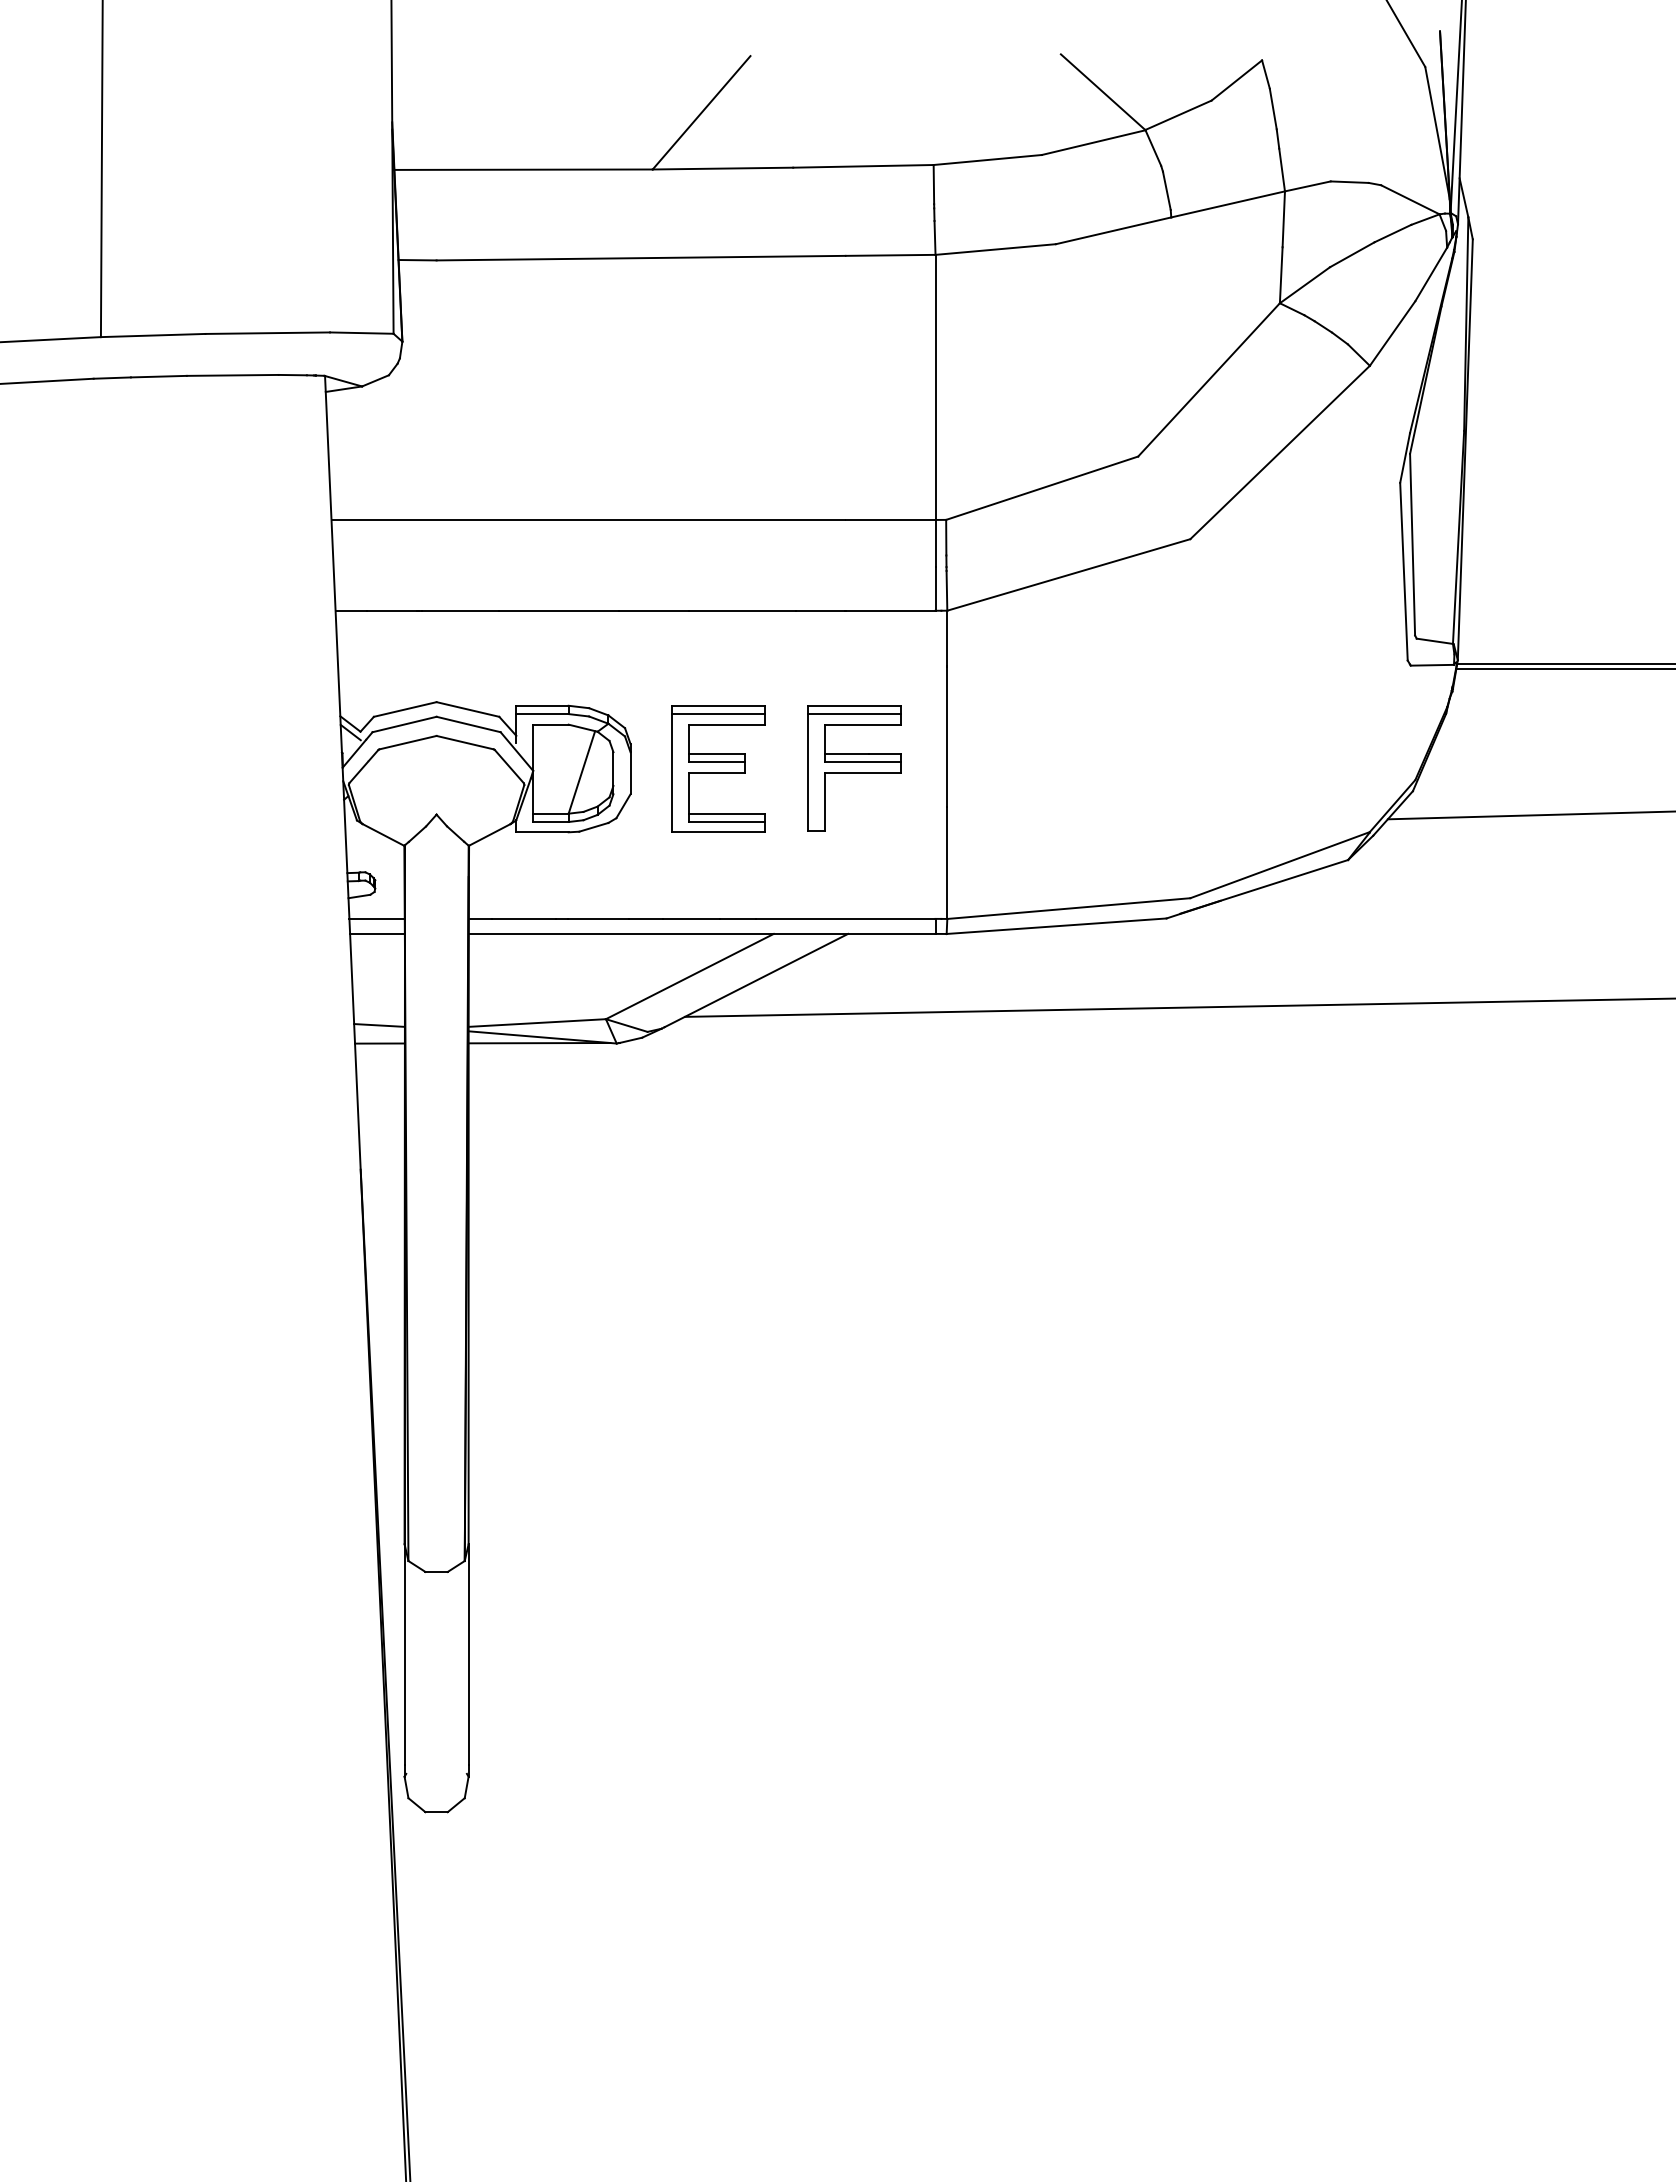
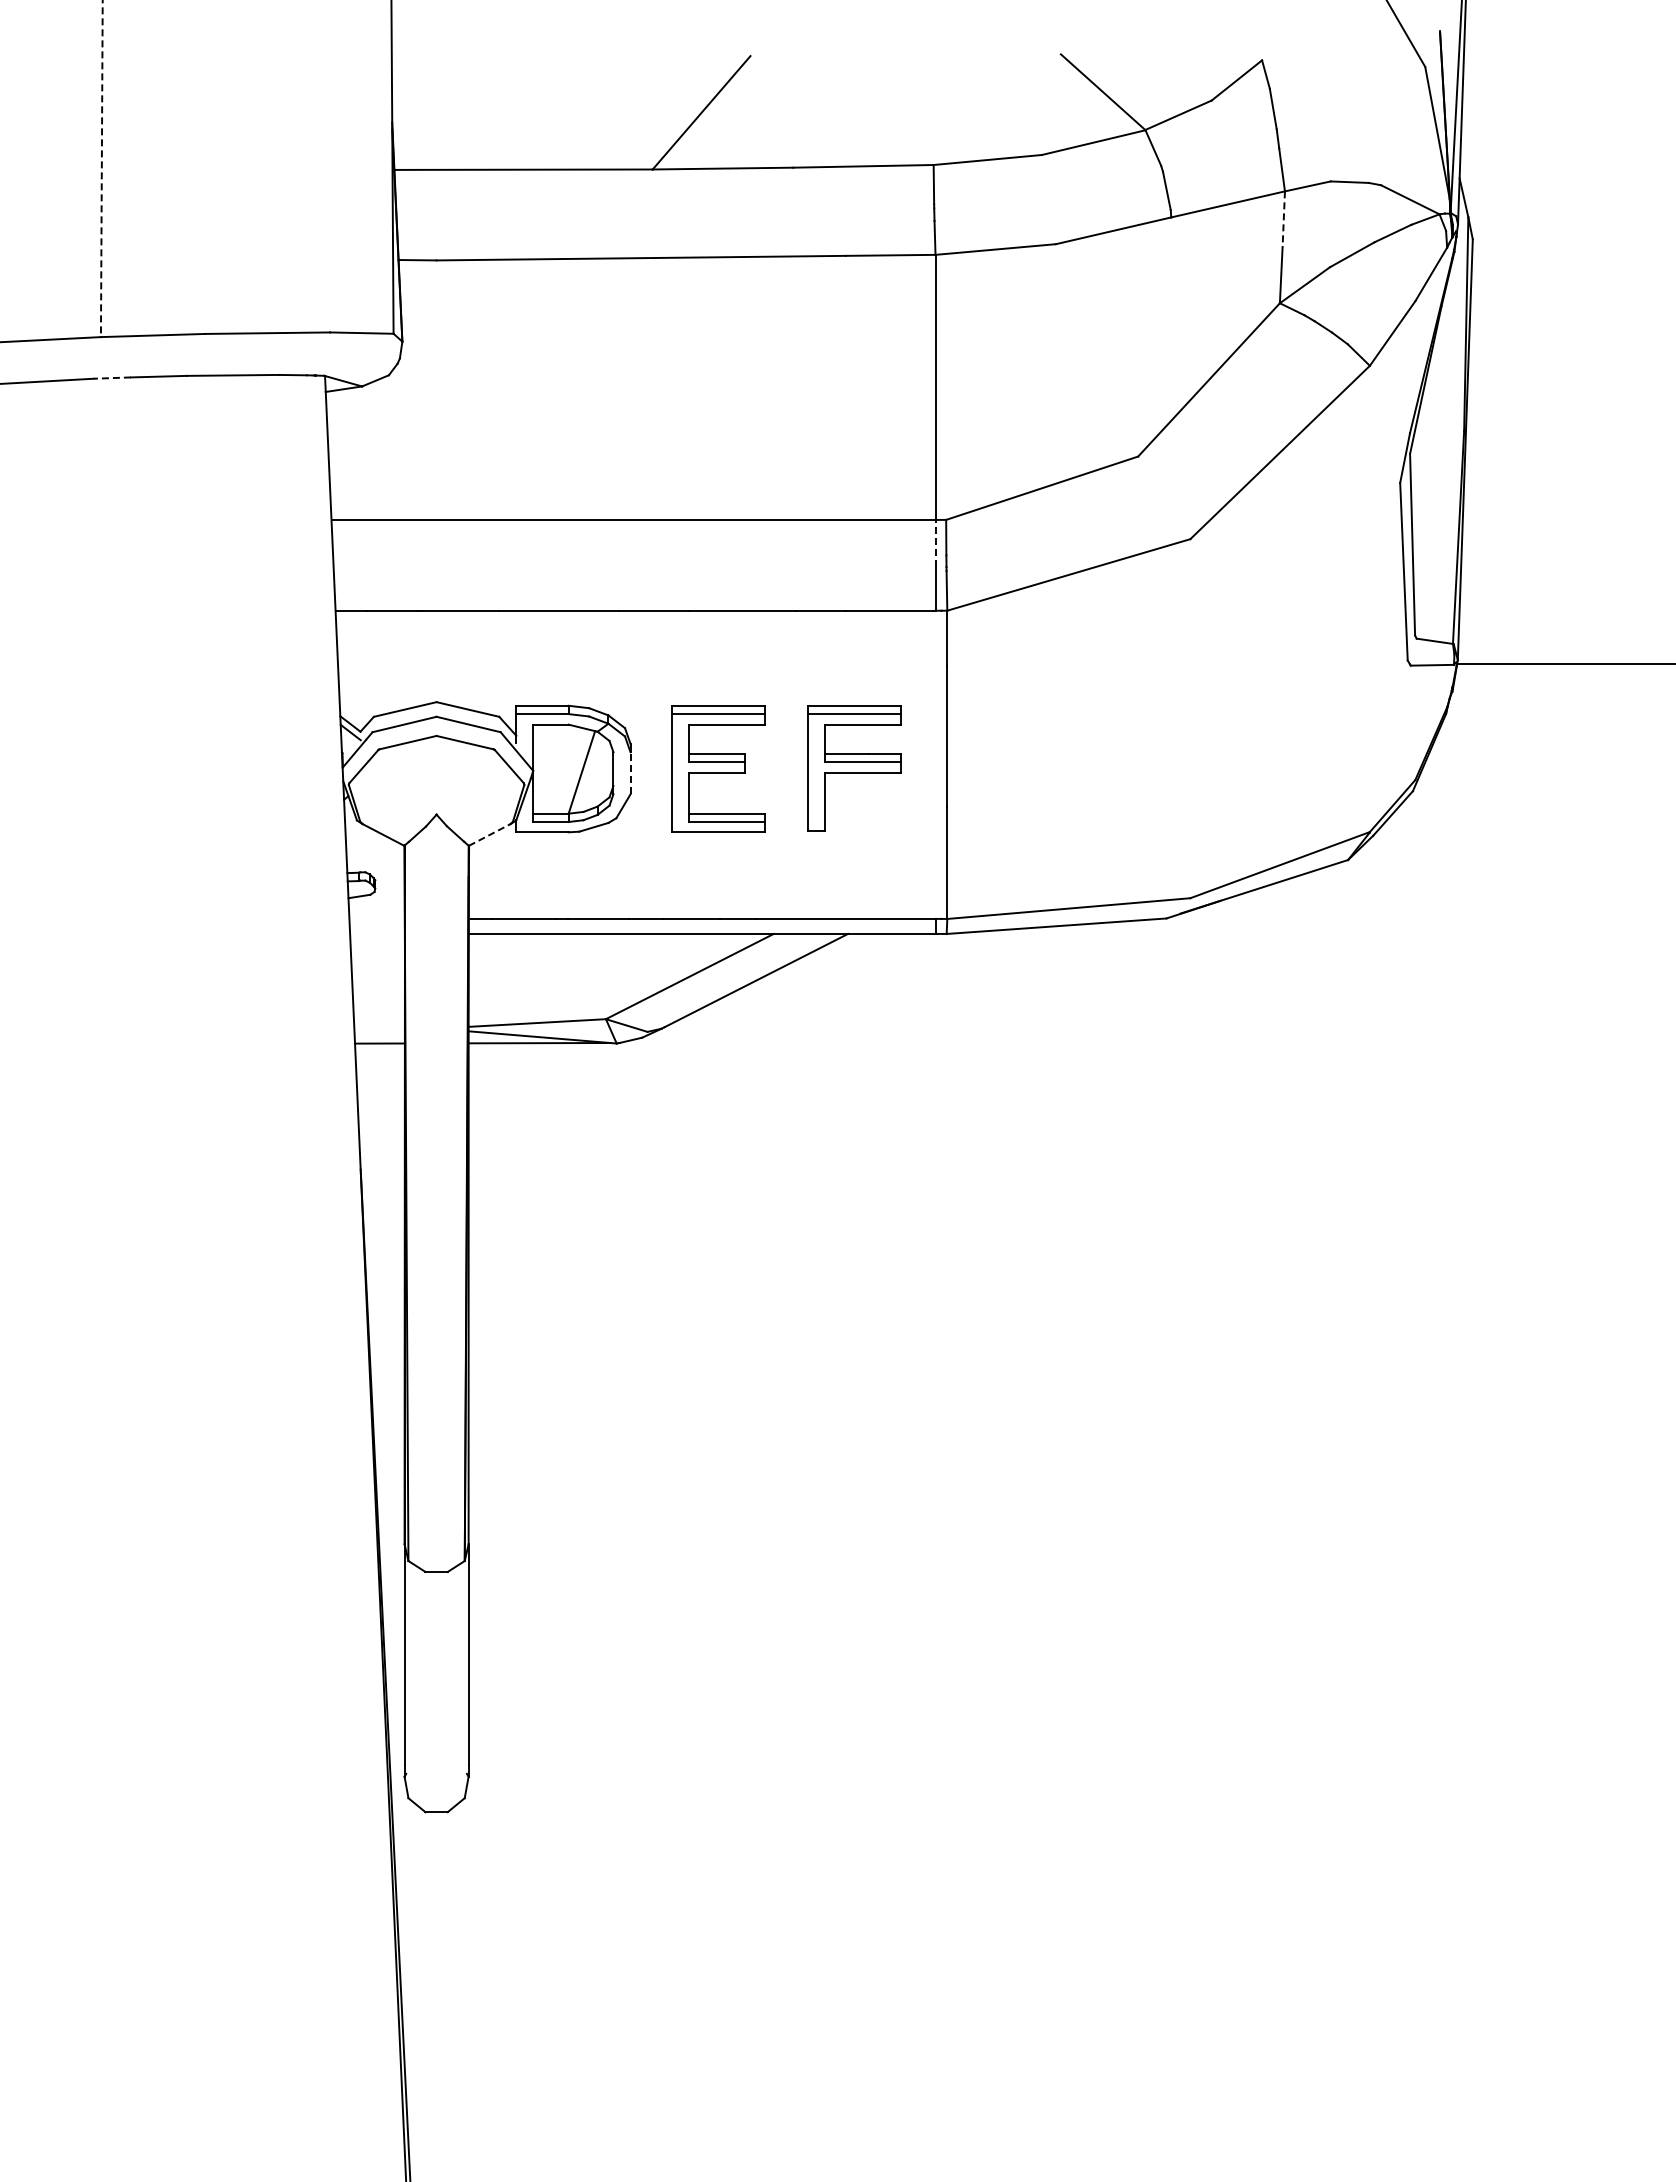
line at (101, 169): solid -> dashed
line at (1283, 219): solid -> dashed
line at (112, 378): solid -> dashed
line at (935, 543): solid -> dashed
line at (1564, 668): present -> none
line at (630, 772): solid -> dashed
line at (1529, 815): present -> none
line at (489, 834): solid -> dashed
line at (376, 918): present -> none
line at (377, 933): present -> none
line at (1178, 1007): present -> none
line at (379, 1025): present -> none
